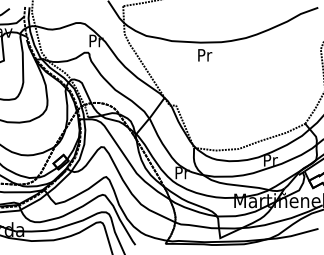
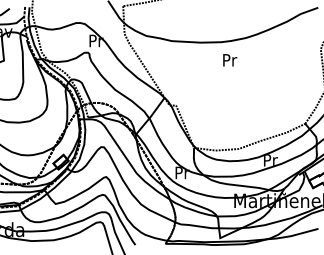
text at (205, 55) position: (205, 55) -> (230, 60)
